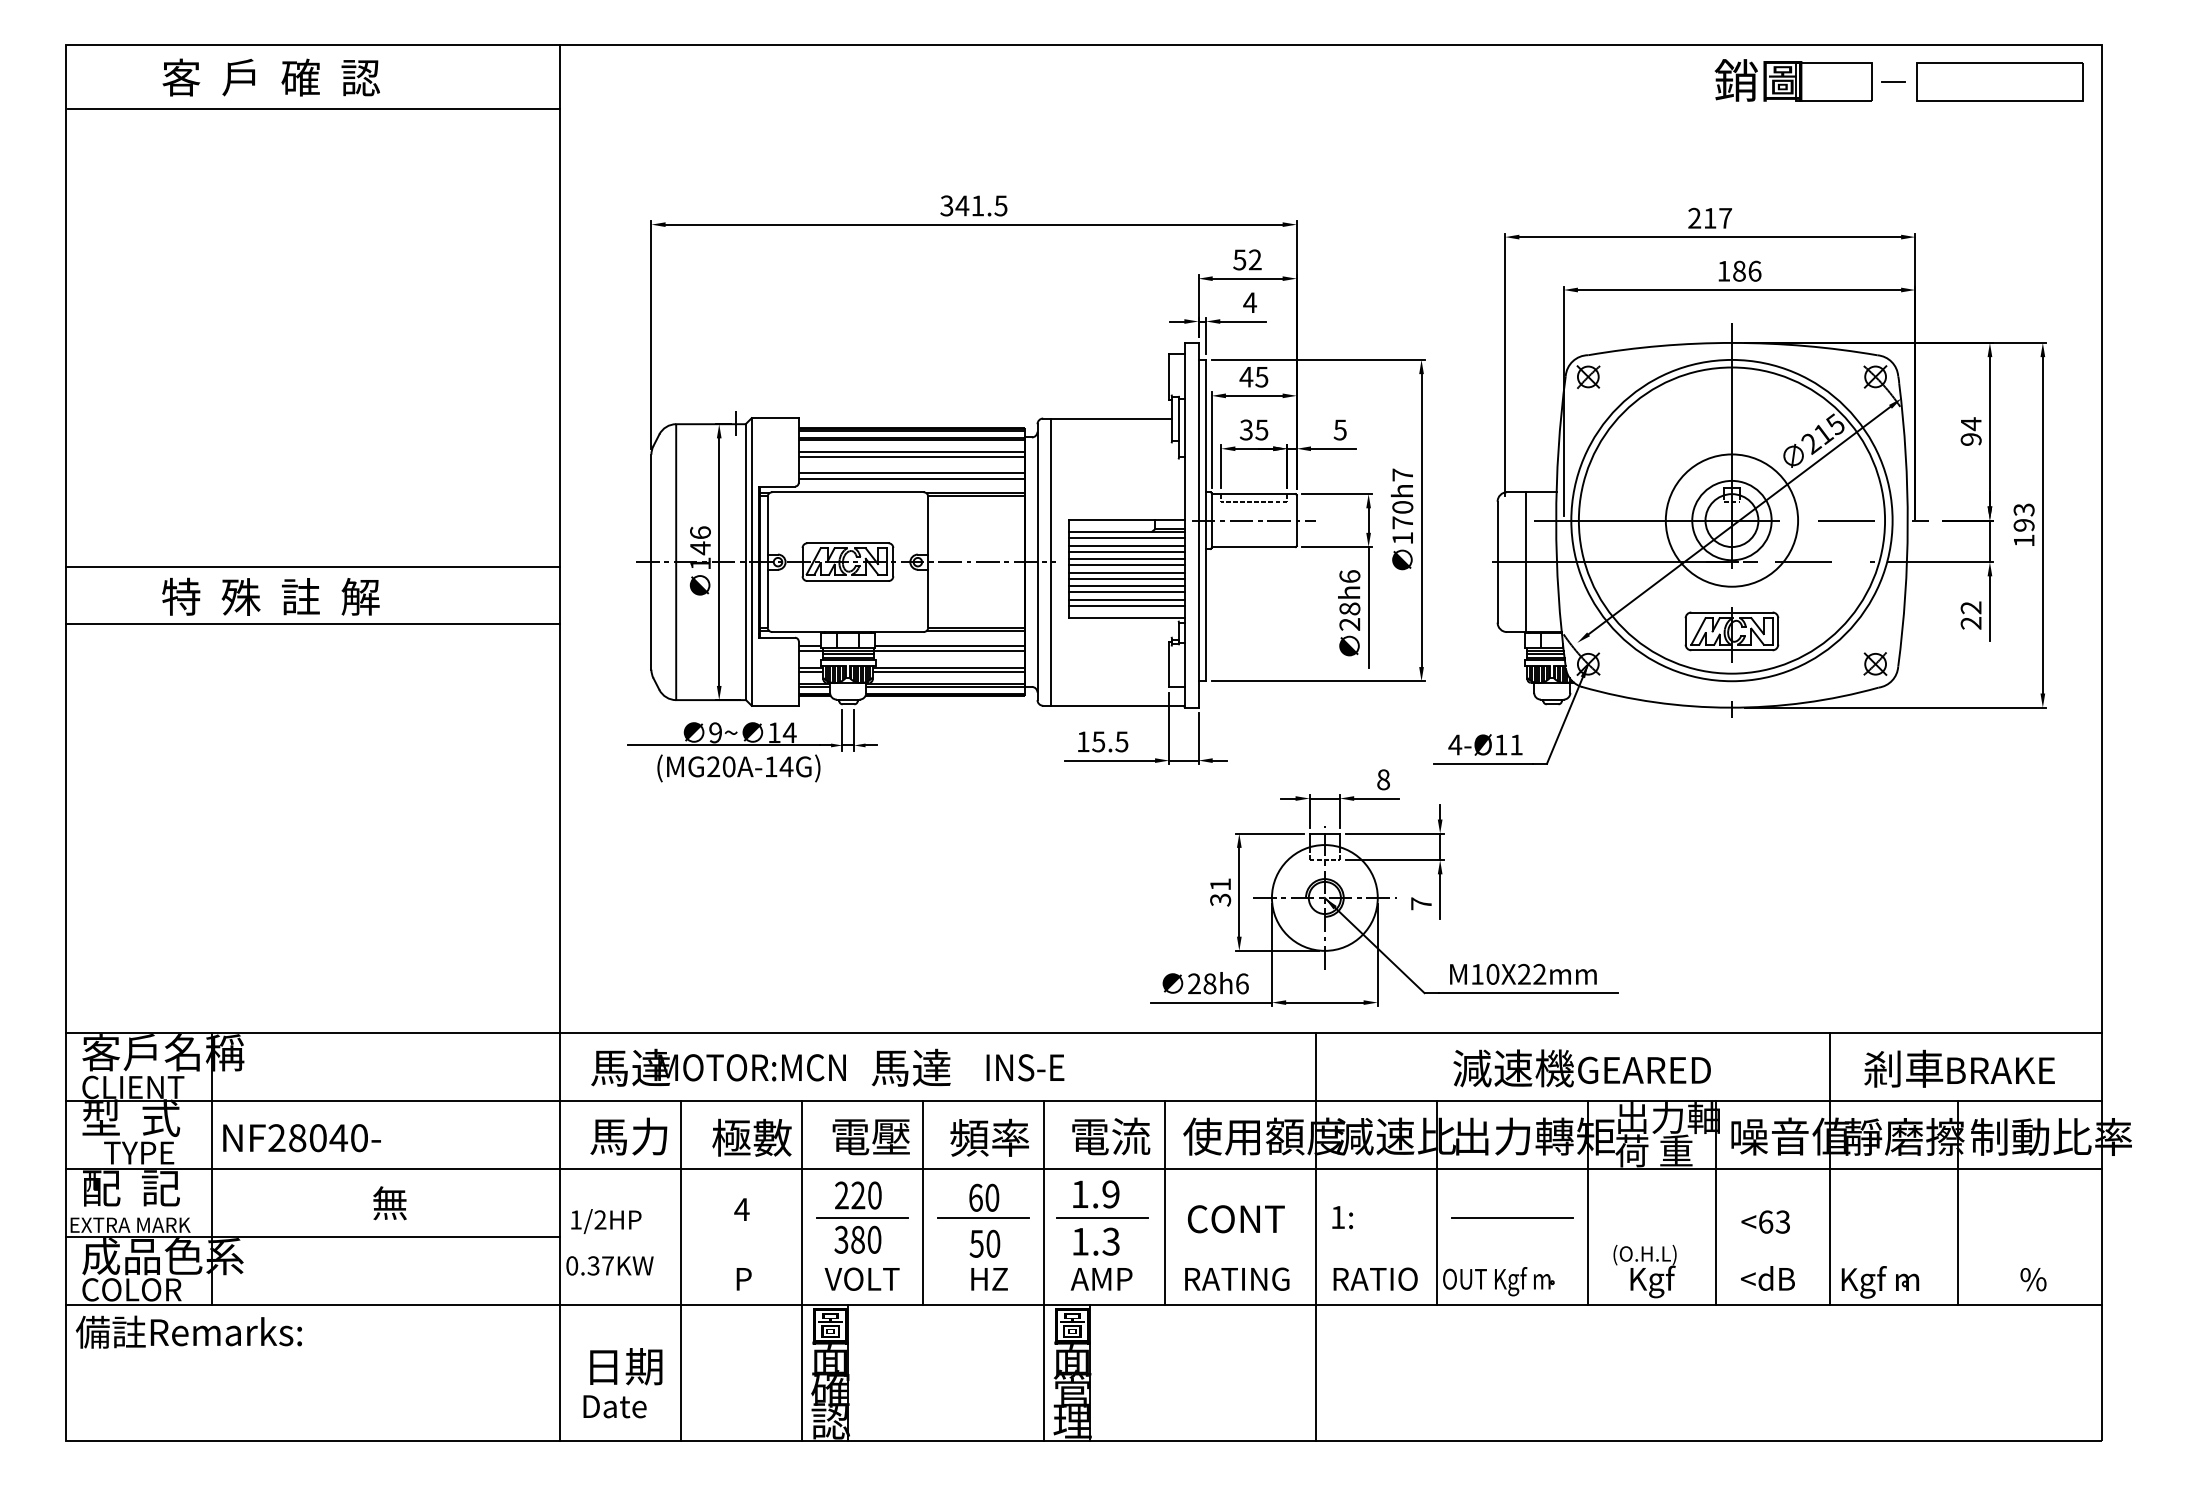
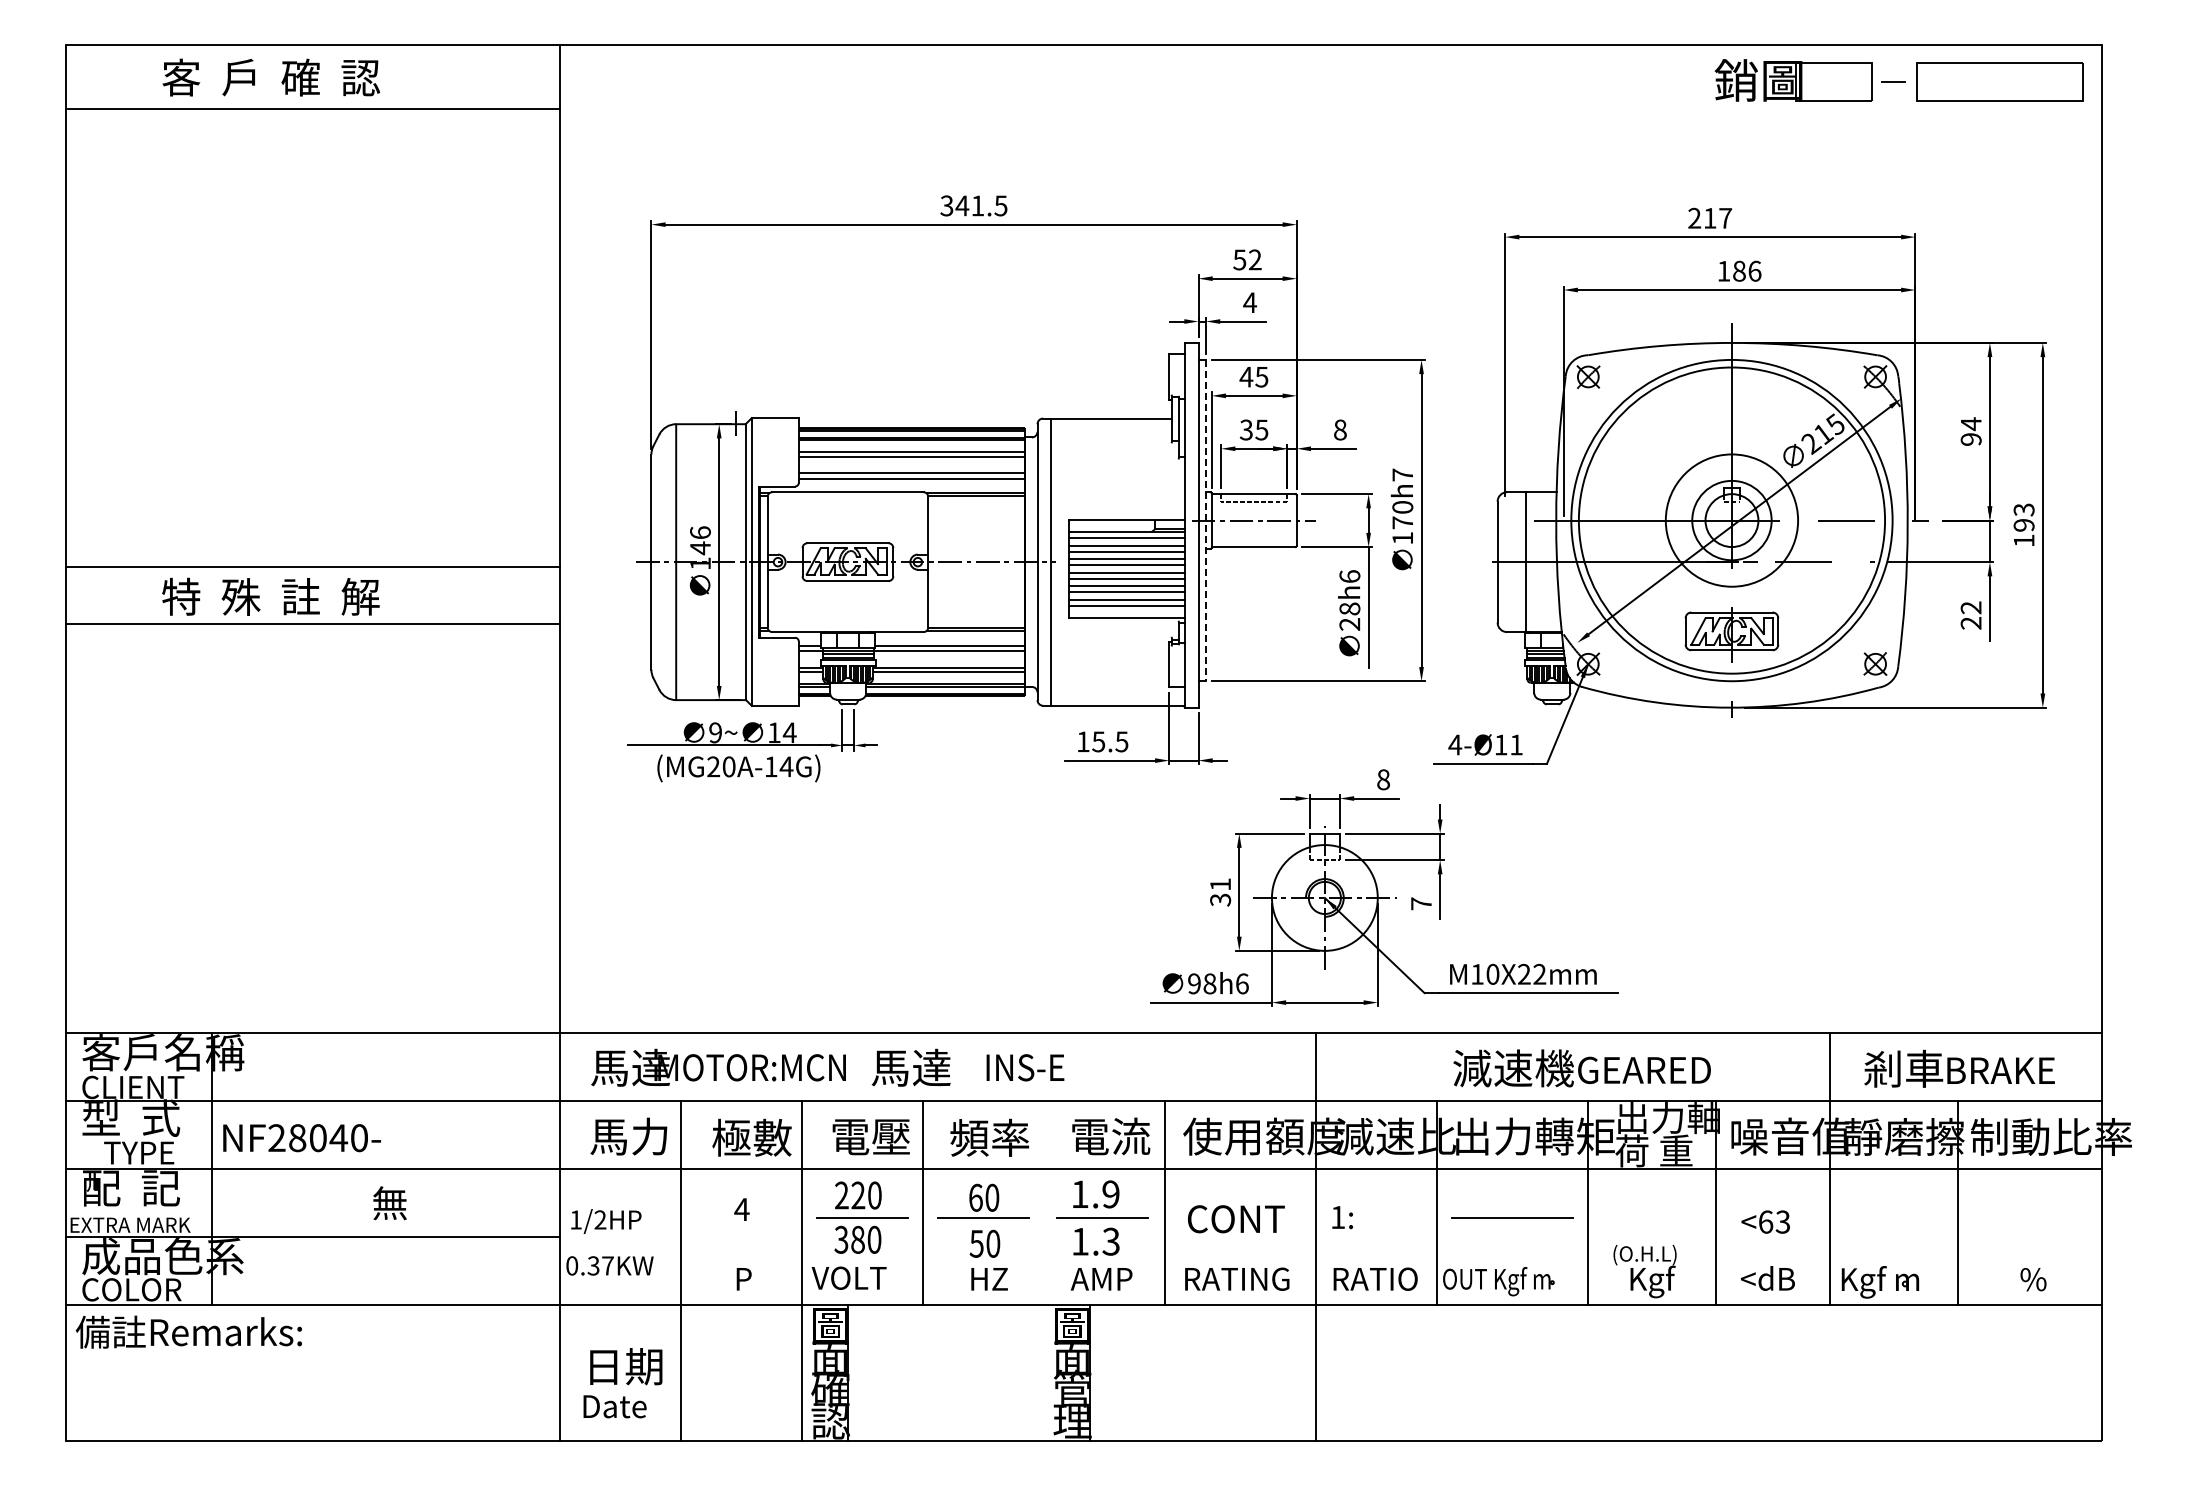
text at (1339, 429): 5 -> 8
line at (1206, 520): solid -> dashed
text at (1194, 983): 28h6 -> 98h6
line at (1043, 1271): present -> none
text at (861, 1278) position: (861, 1278) -> (848, 1277)
